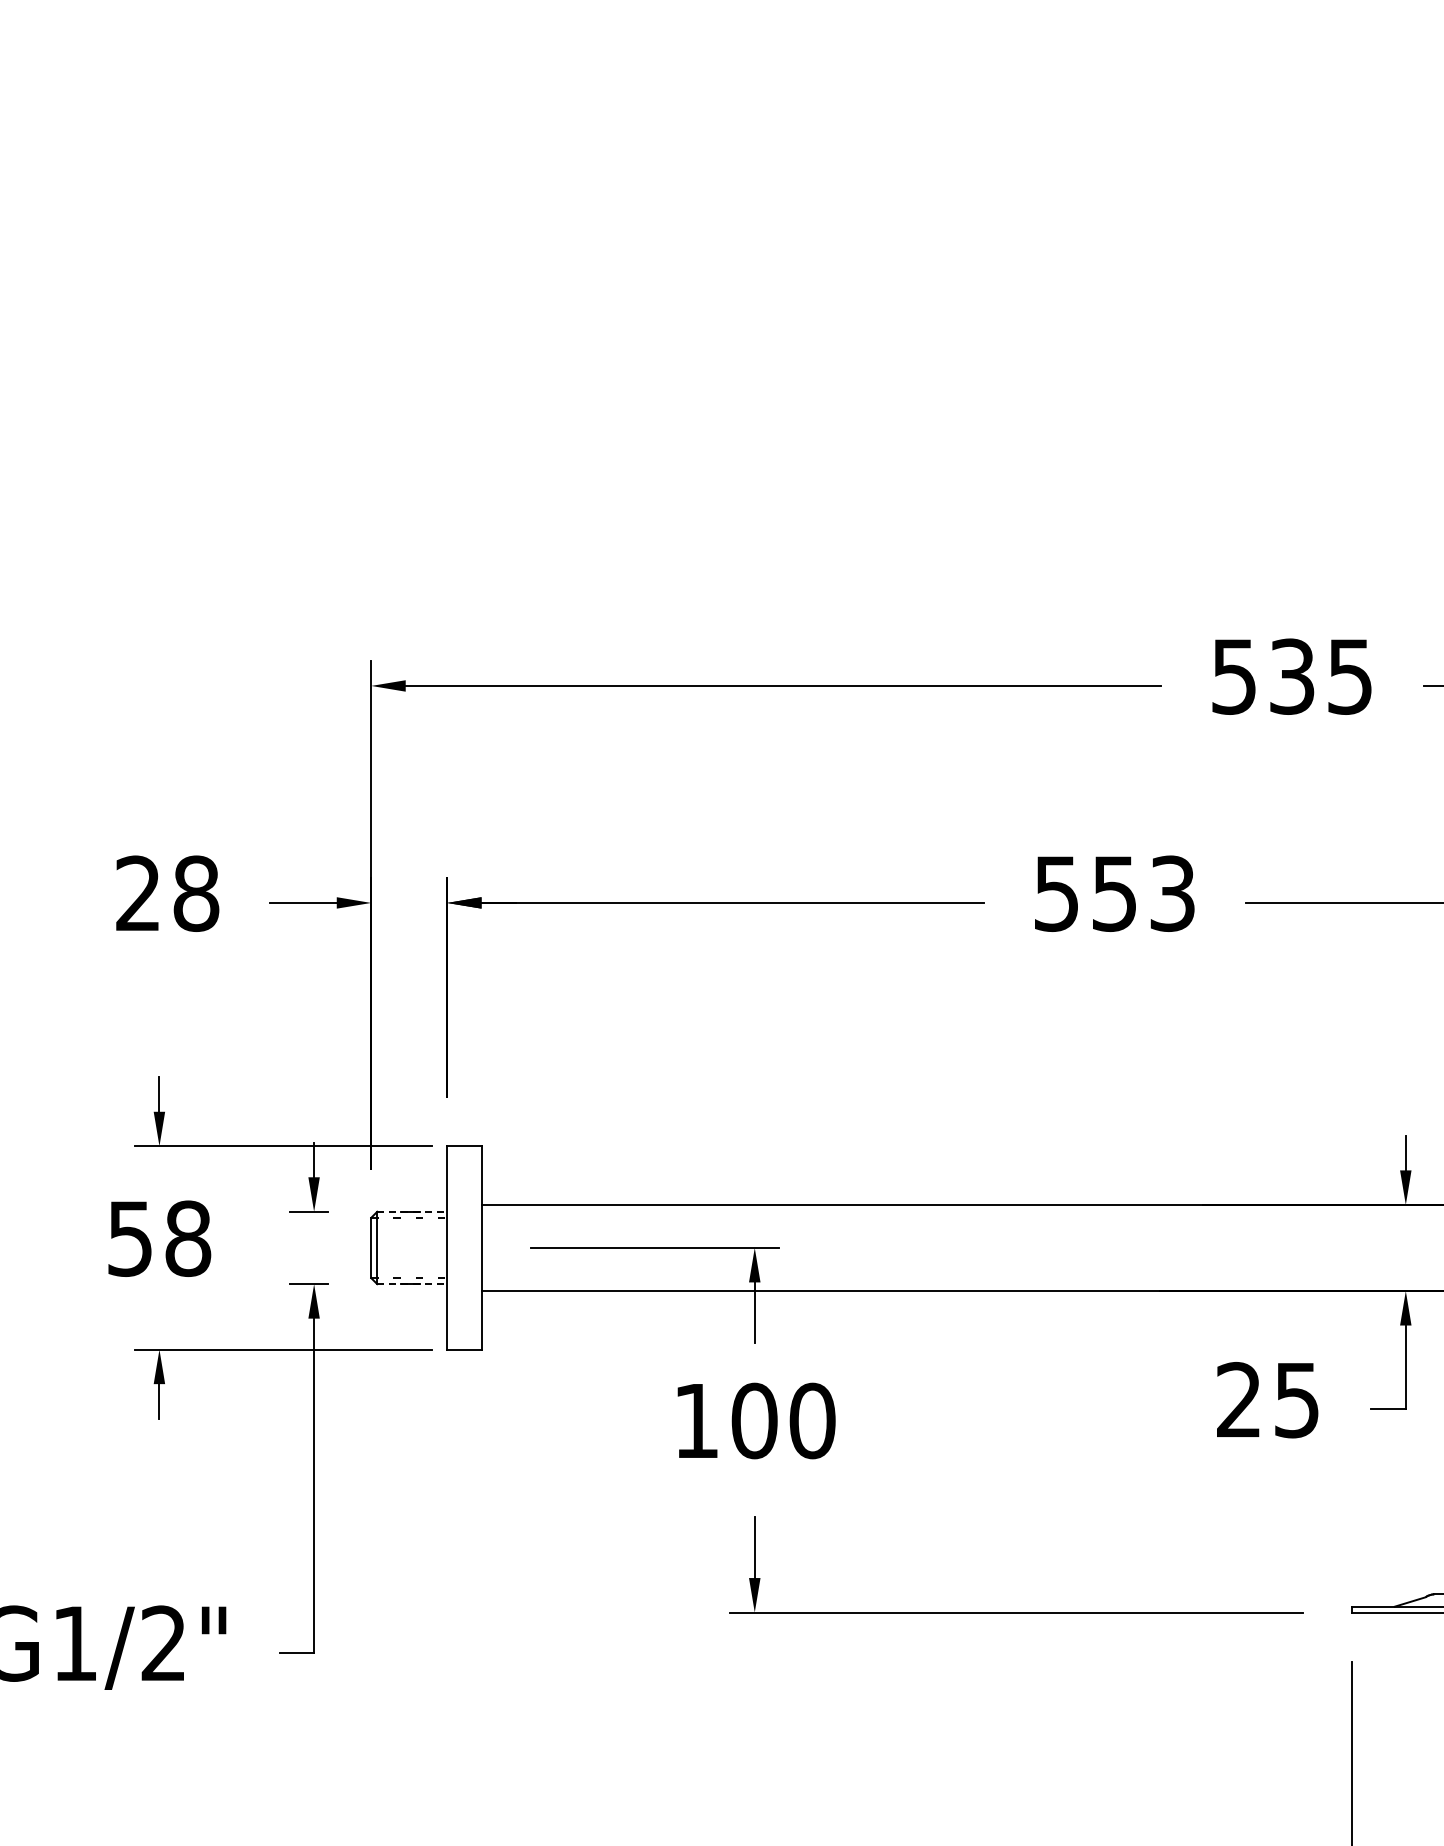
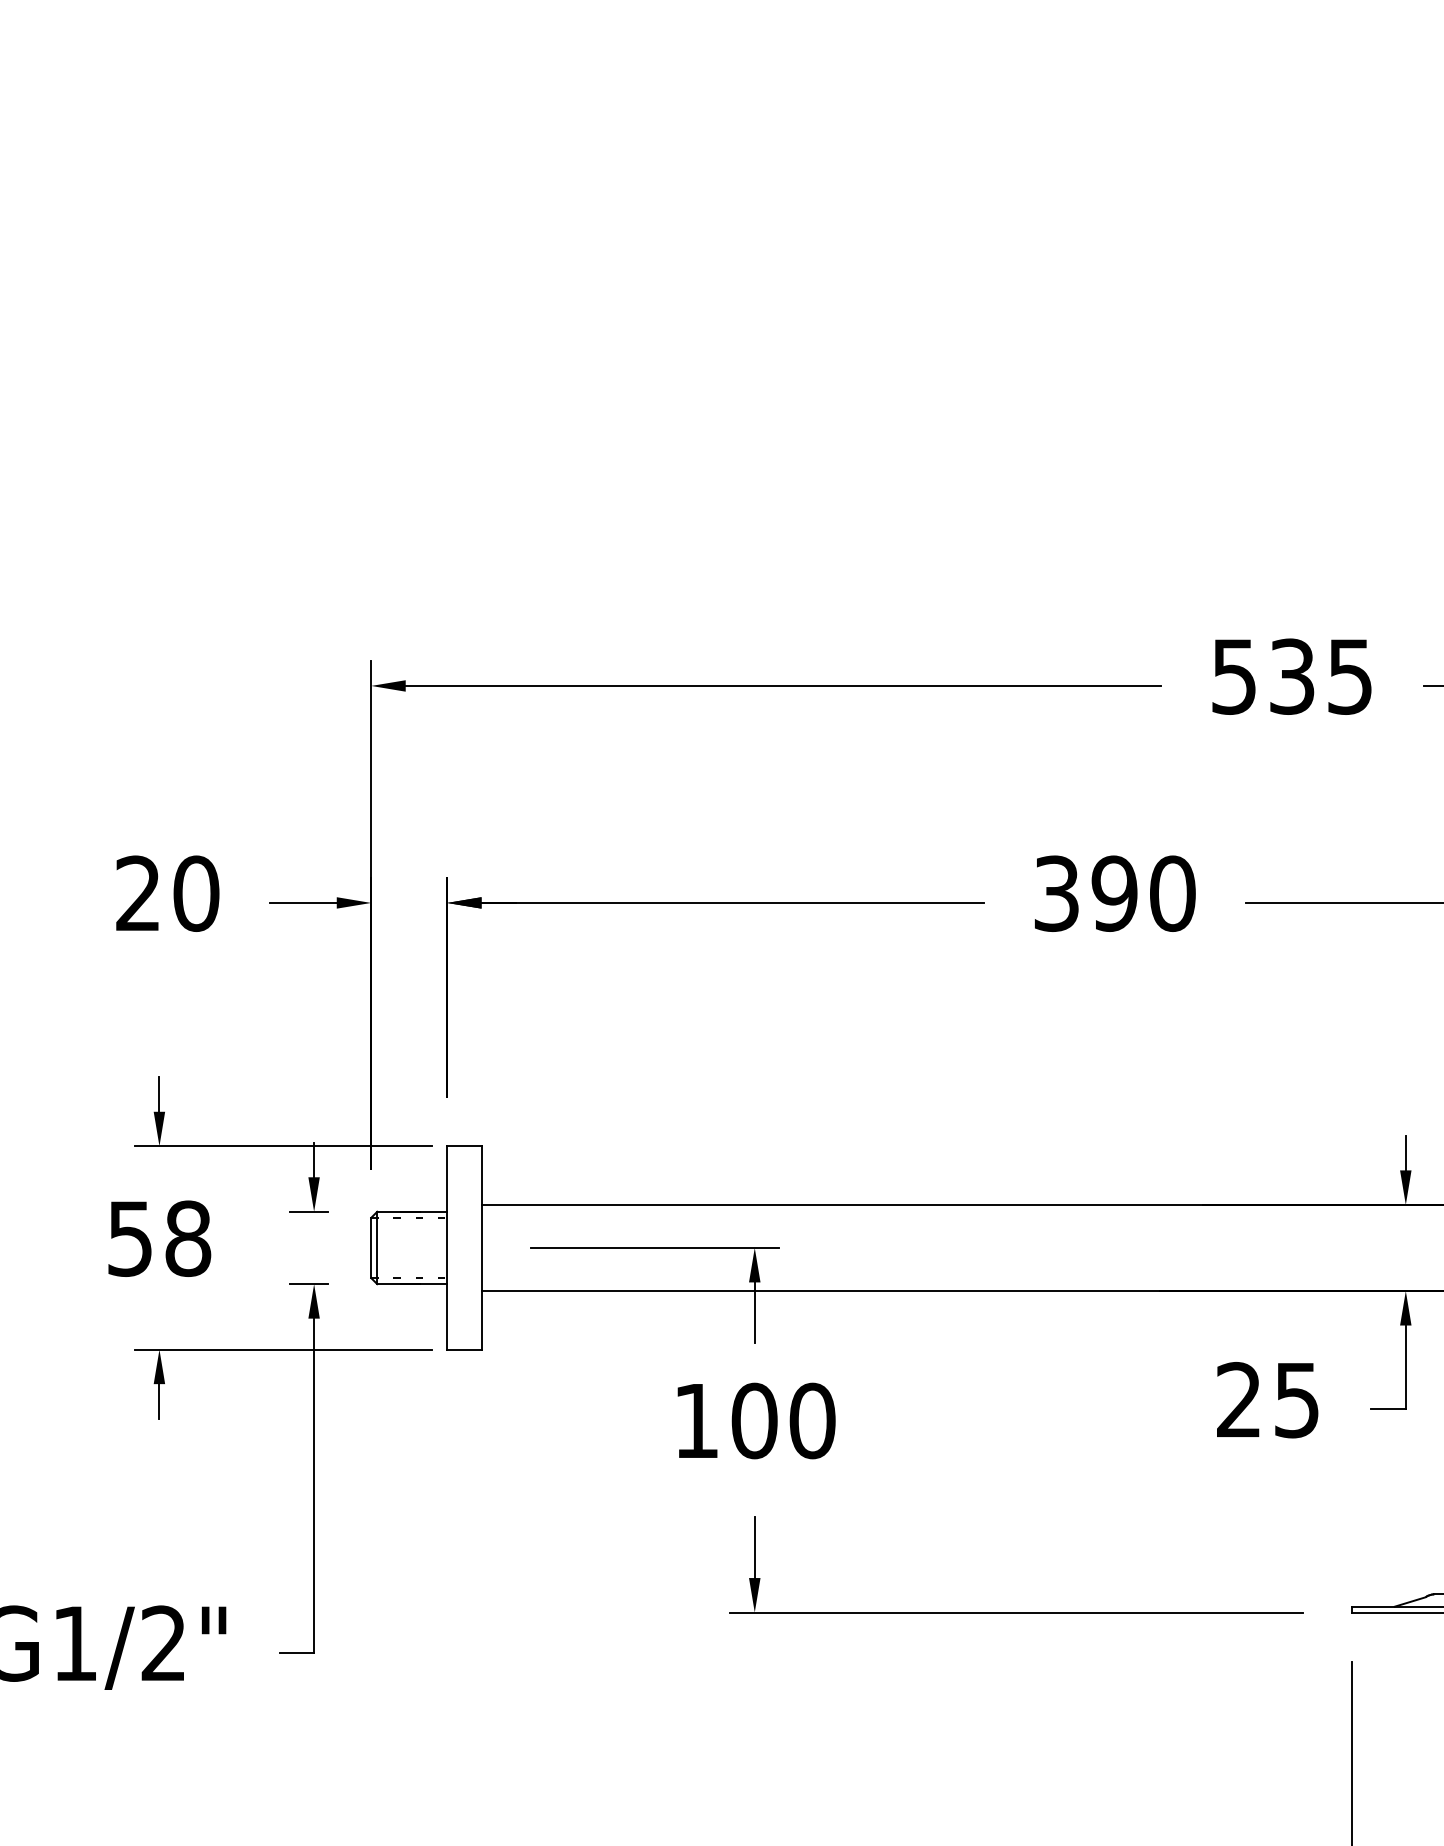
text at (196, 893): 28 -> 20
text at (1114, 893): 553 -> 390
line at (412, 1211): dashed -> solid
line at (412, 1284): dashed -> solid
